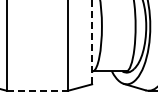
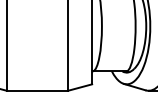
line at (92, 42): dashed -> solid
line at (37, 90): dashed -> solid
